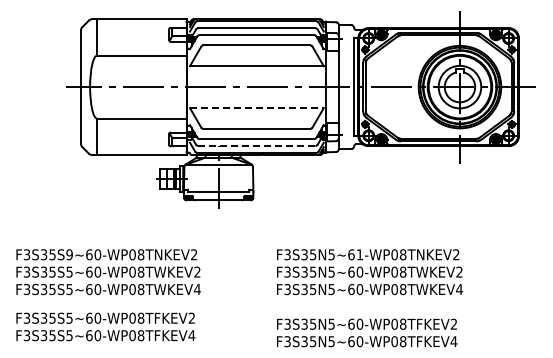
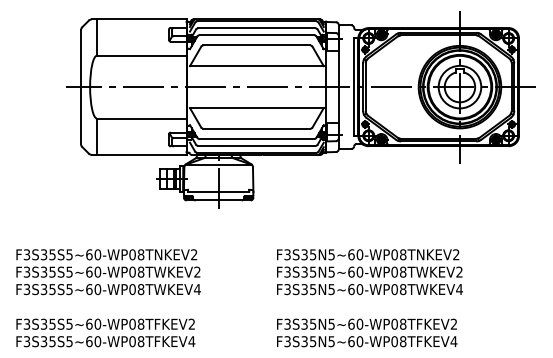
line at (256, 108): dashed -> solid
line at (256, 146): dashed -> solid
text at (69, 254): F3S35S9~60-WP08TNKEV2 -> F3S35S5~60-WP08TNKEV2
text at (359, 254): F3S35N5~61-WP08TNKEV2 -> F3S35N5~60-WP08TNKEV2
text at (105, 326) position: (105, 326) -> (105, 332)
